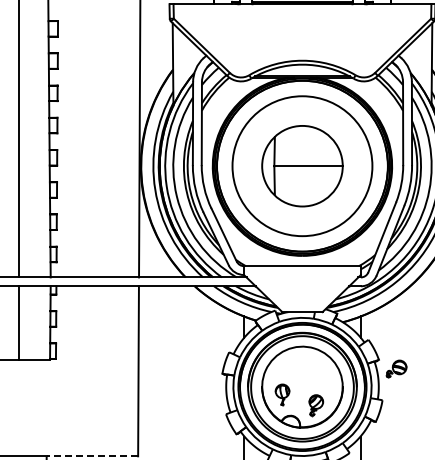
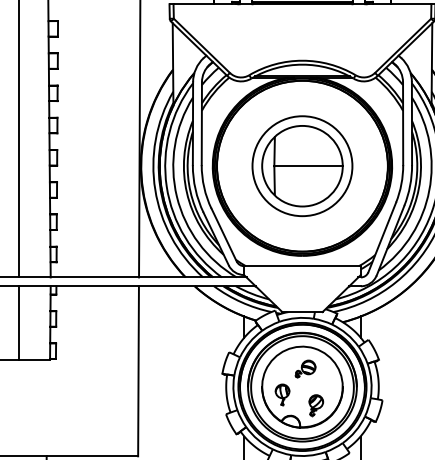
circle at (302, 166) diameter: 140 px -> 100 px
part at (396, 368) position: (396, 368) -> (305, 368)
line at (92, 456): dashed -> solid
